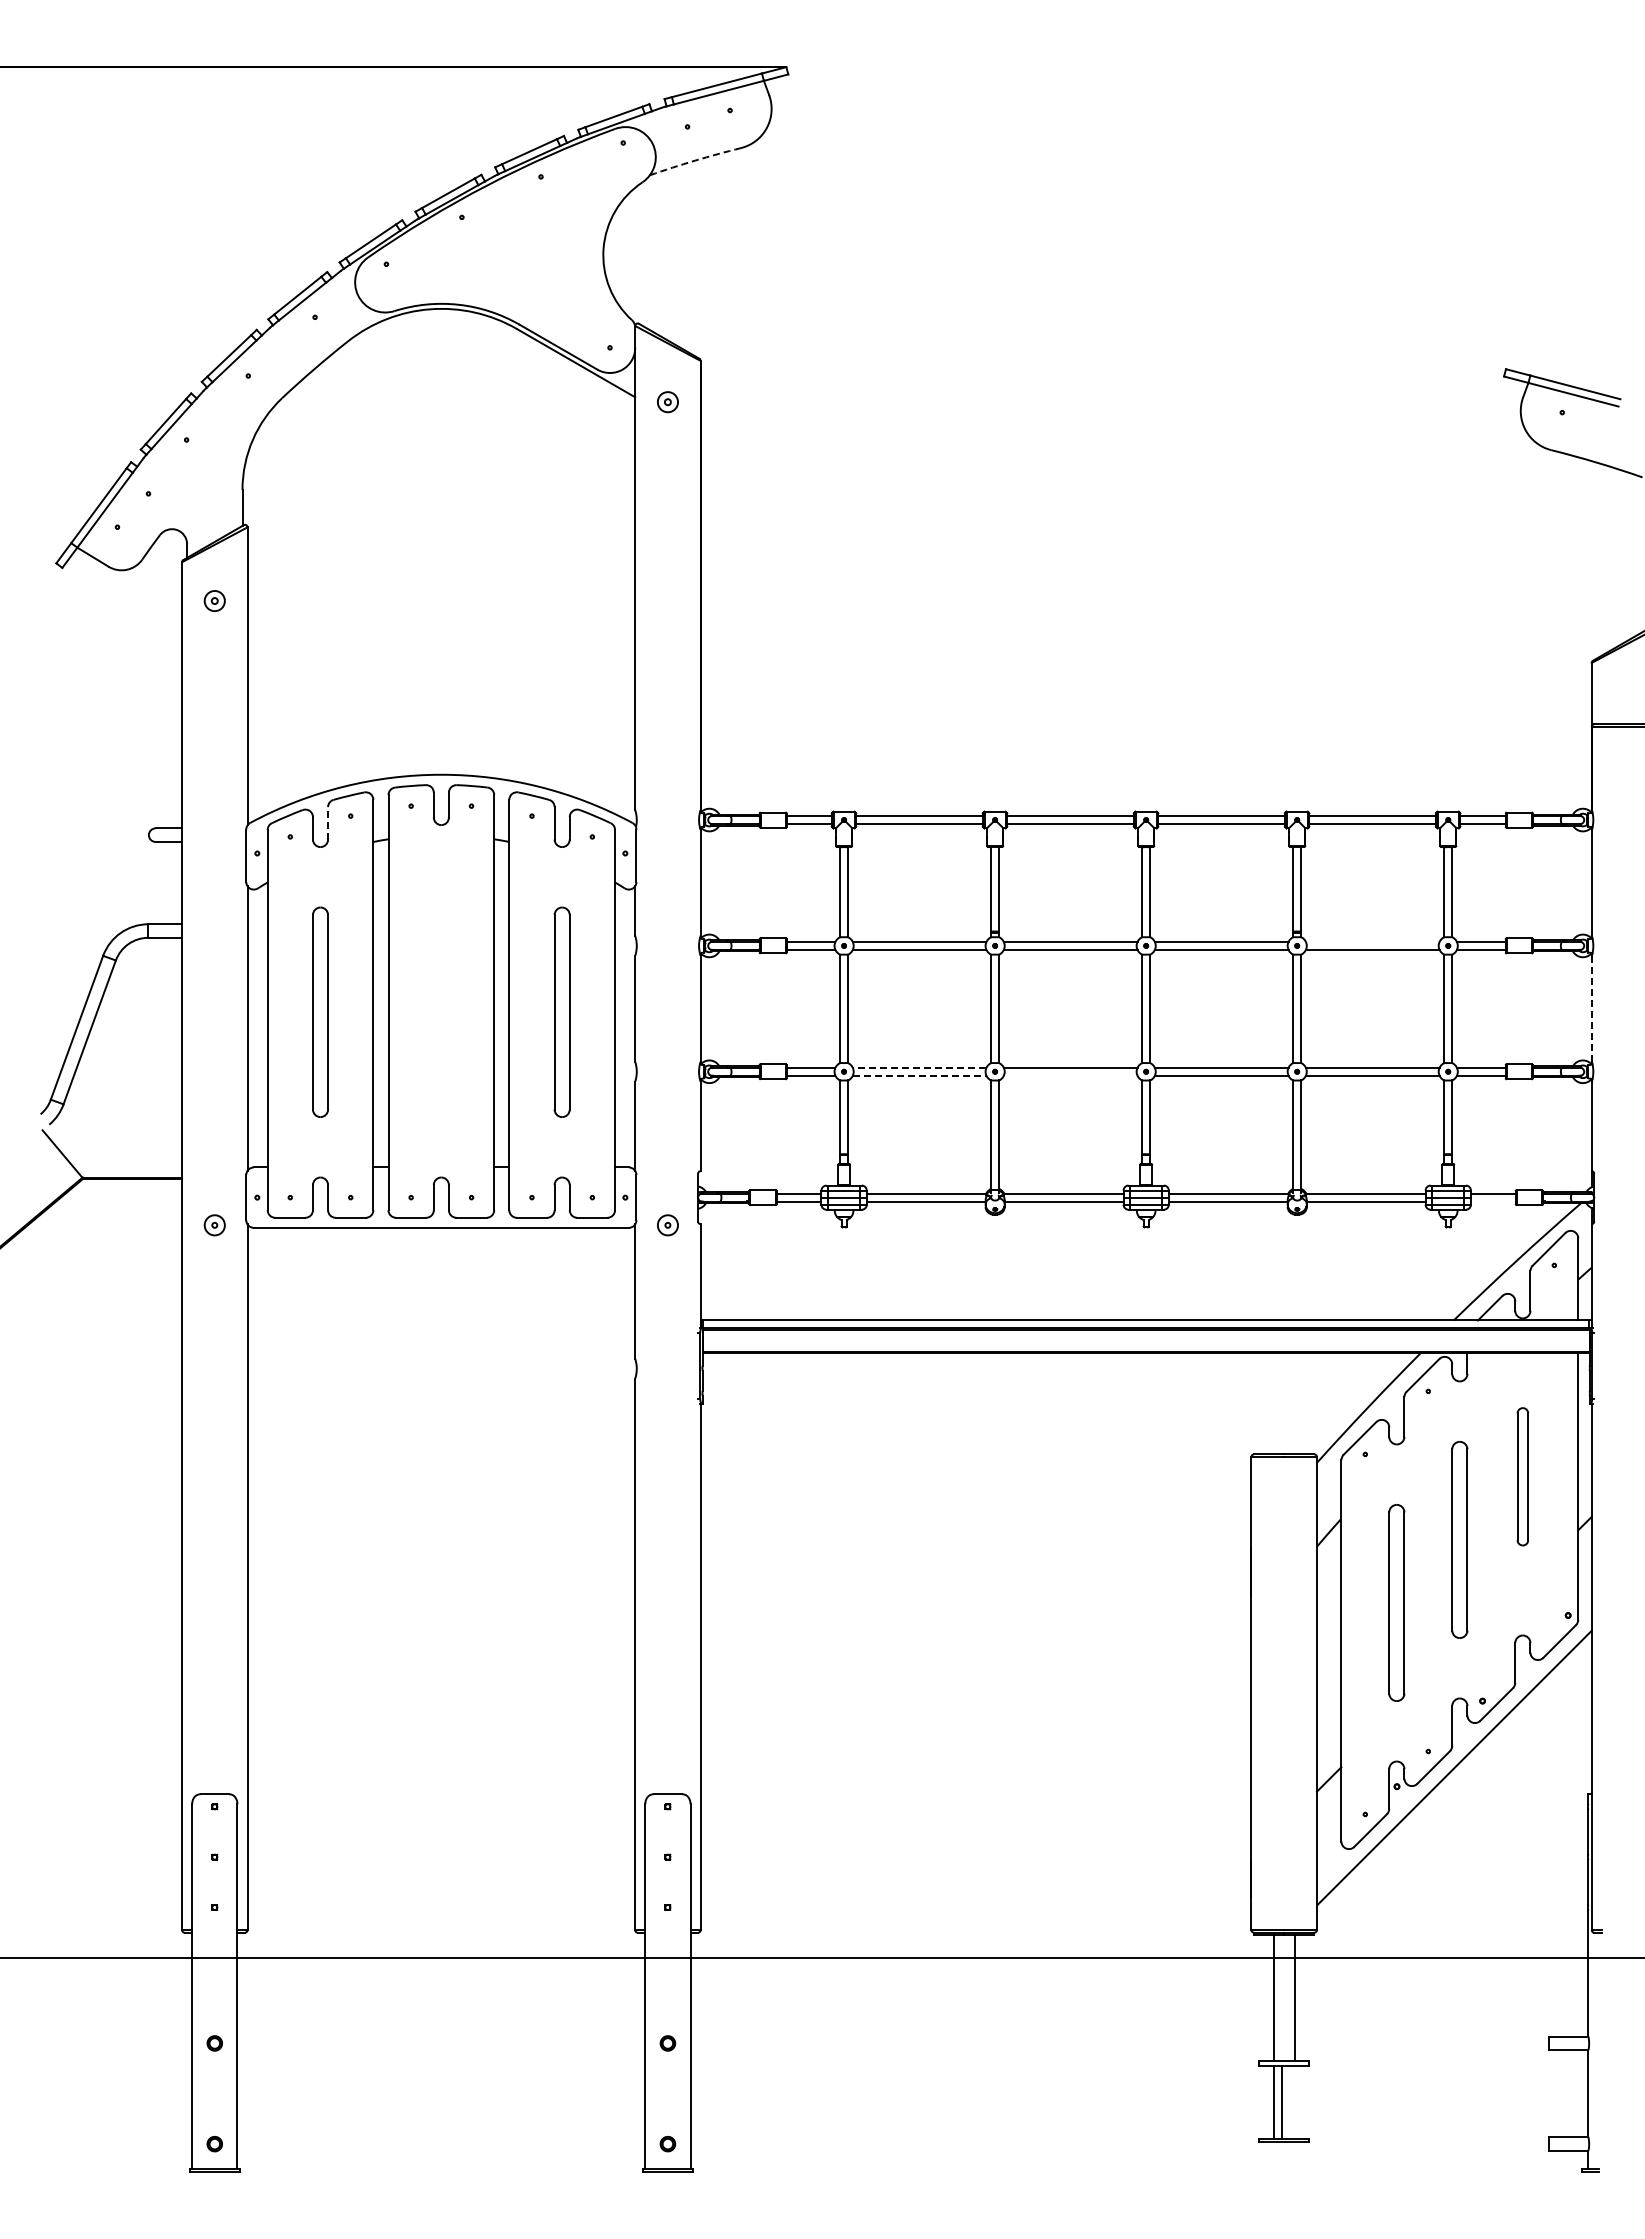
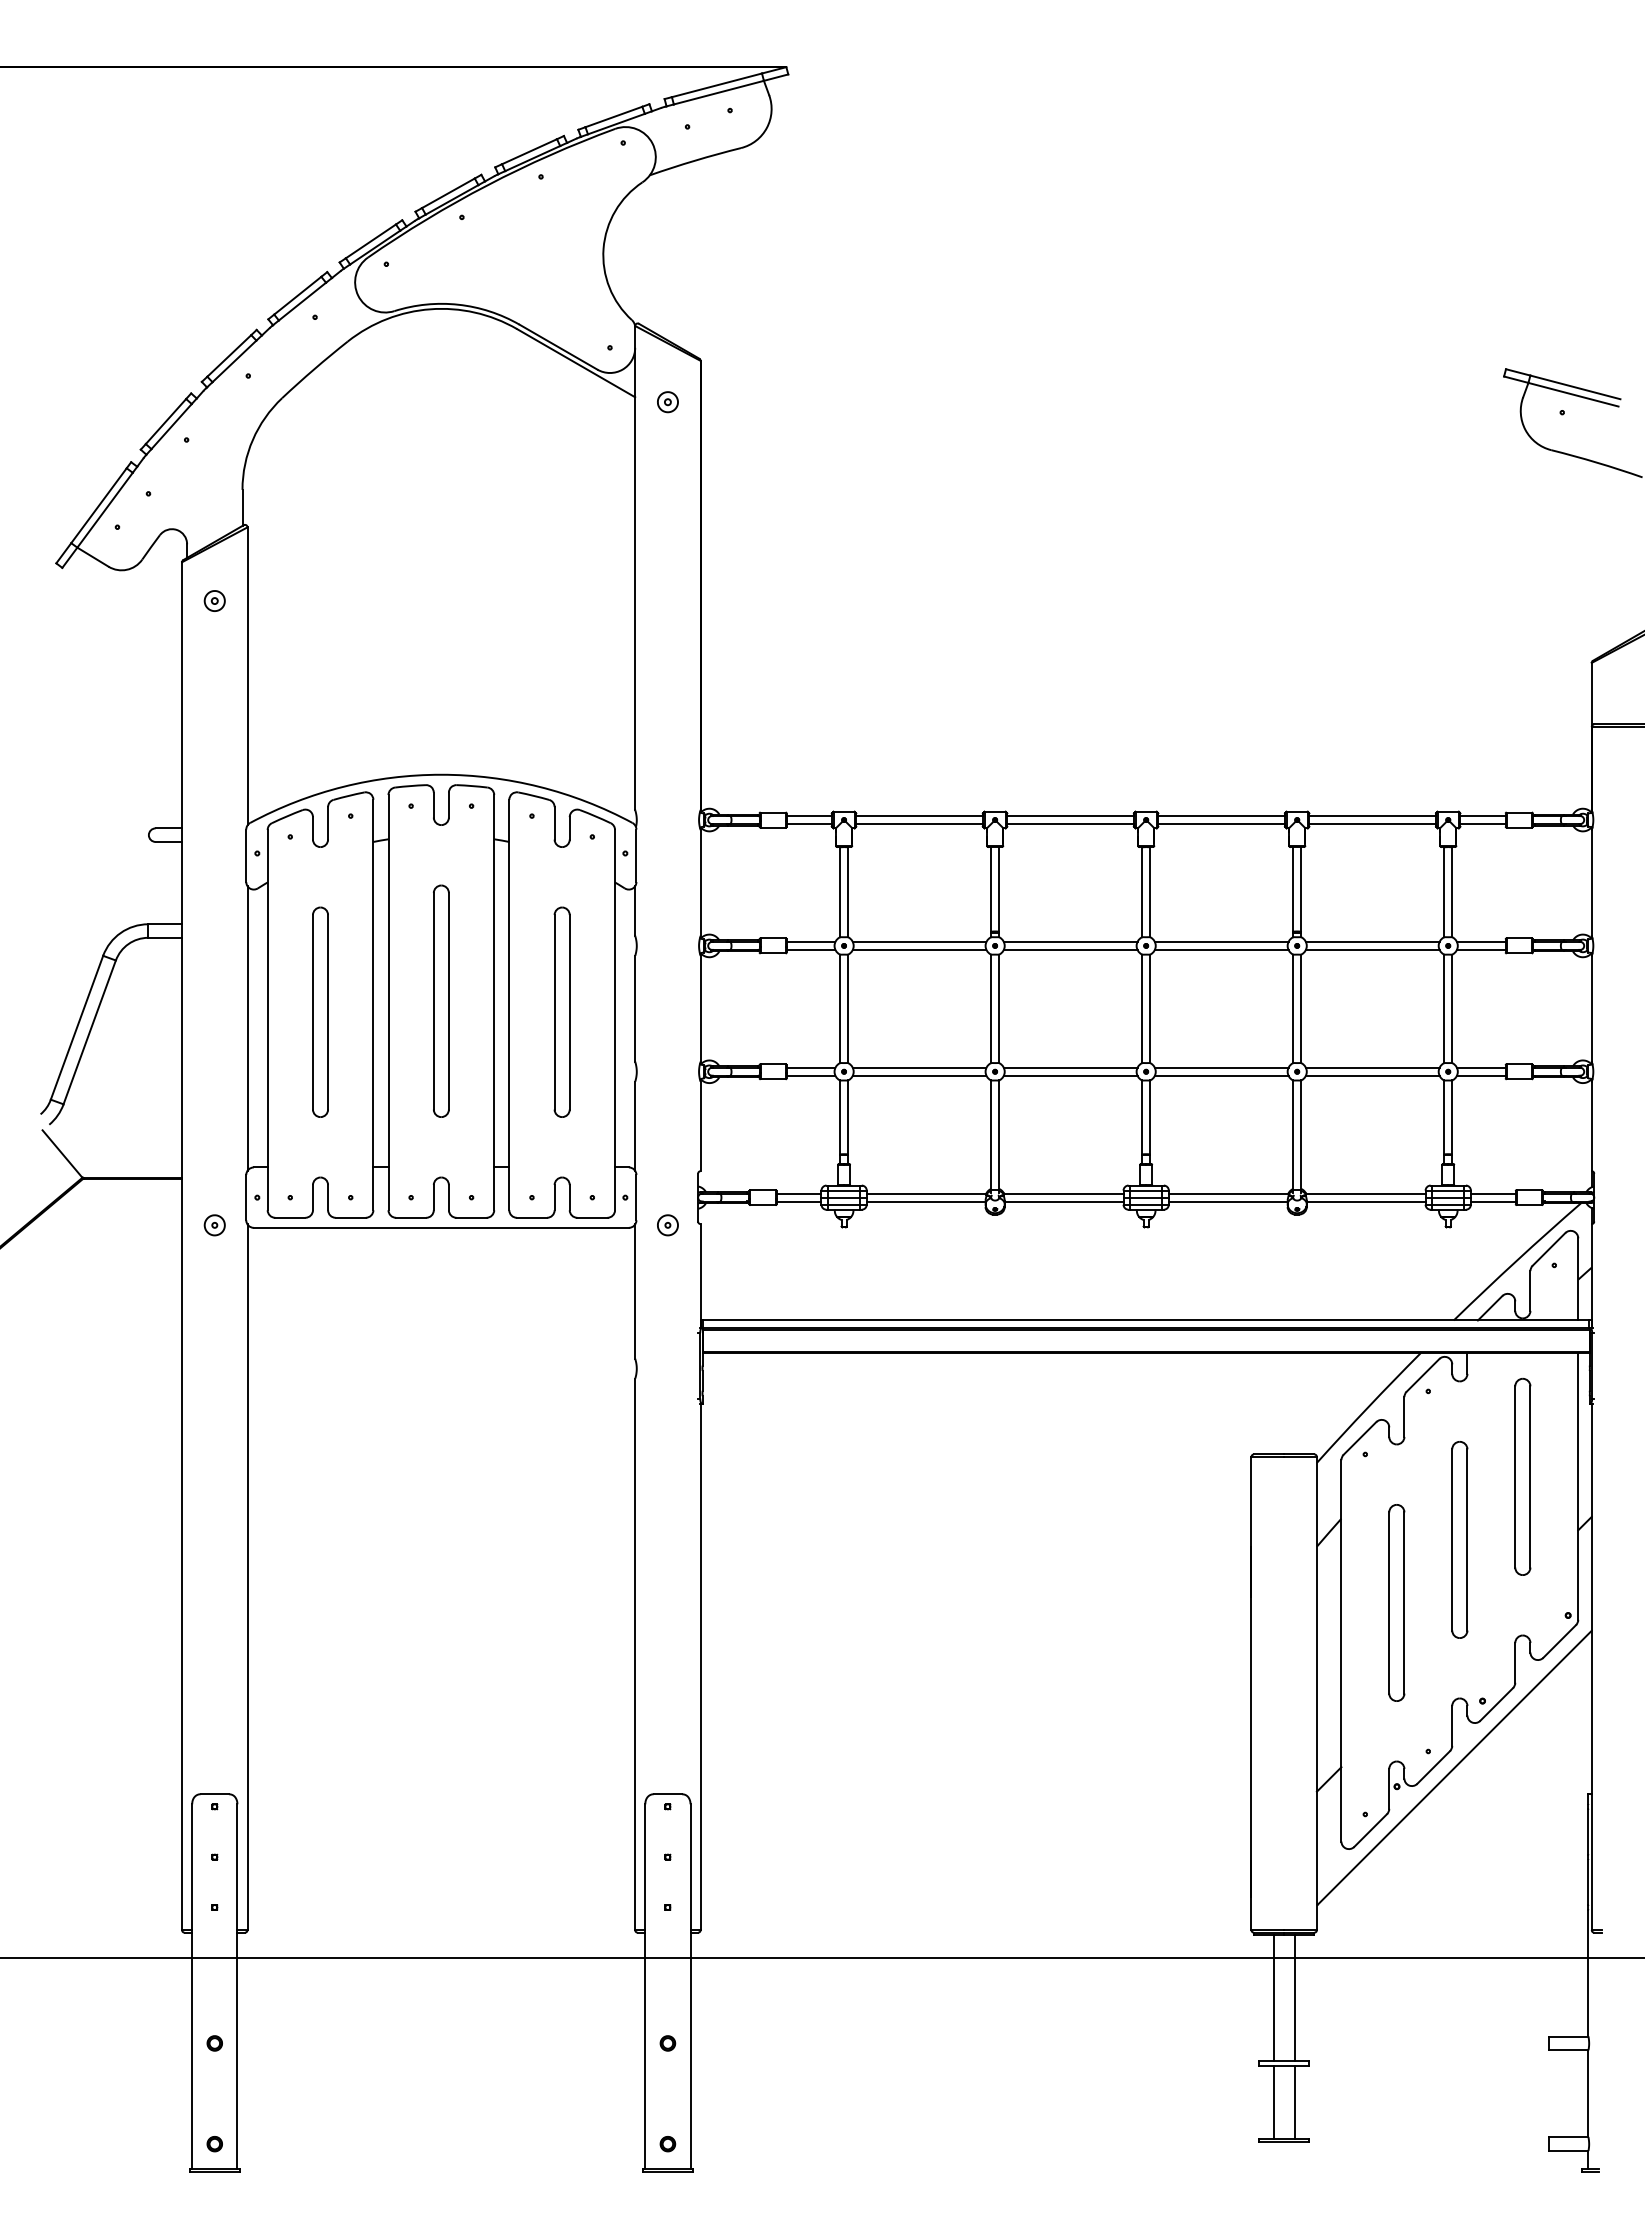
arc at (695, 160): dashed -> solid
line at (328, 822): dashed -> solid
line at (1372, 941): none -> present
part at (441, 1000): none -> present
line at (1591, 1008): dashed -> solid
line at (919, 1067): dashed -> solid
line at (919, 1075): dashed -> solid
line at (1070, 1075): none -> present
line at (1492, 1201): none -> present
part at (1522, 1476) size: 13x140 px -> 18x199 px
line at (1281, 2102) position: (1281, 2102) -> (1294, 2102)
